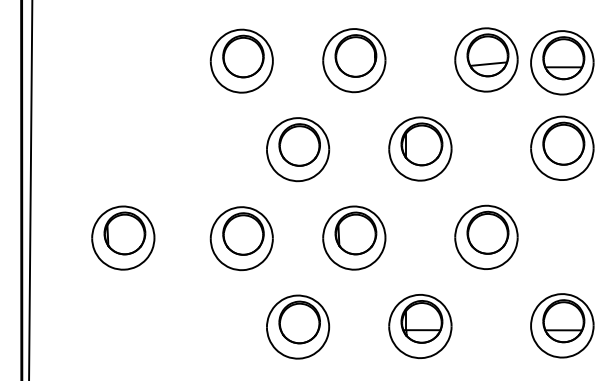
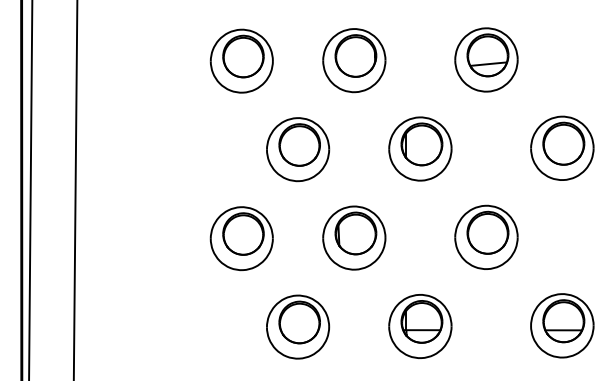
part at (562, 62): present -> none
line at (75, 189): none -> present
part at (123, 237): present -> none
